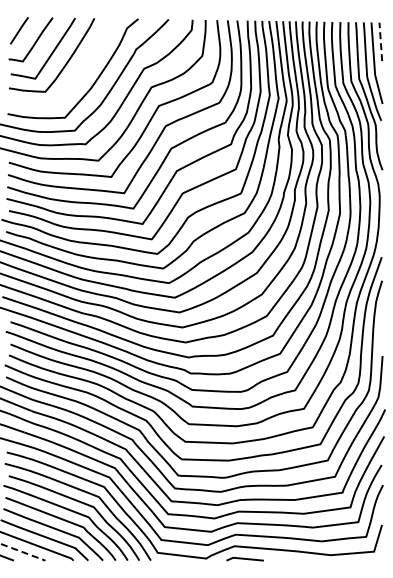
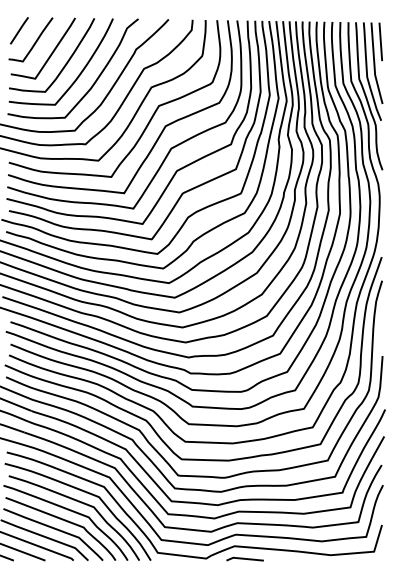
line at (380, 41): dashed -> solid
curve at (78, 74): none -> present
line at (23, 552): dashed -> solid
